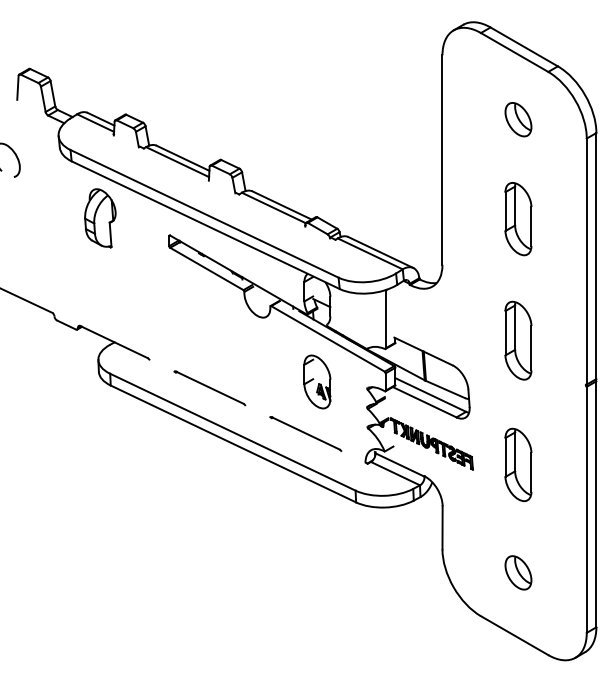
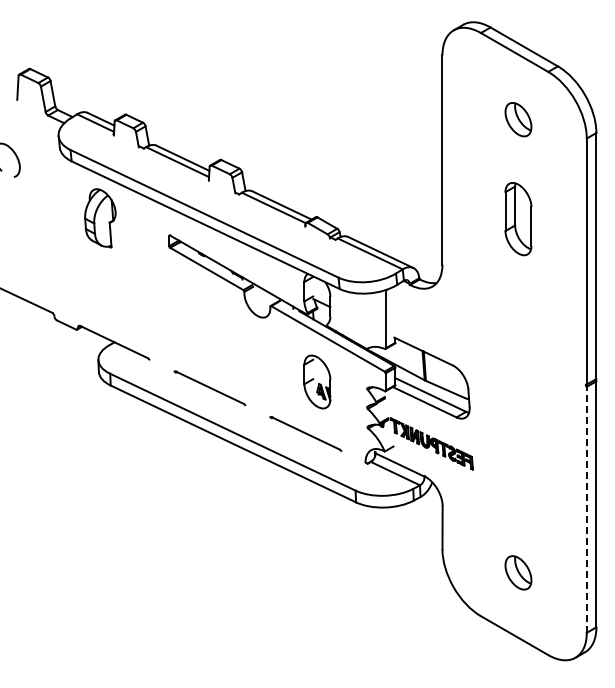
part at (518, 340): present -> none
part at (518, 464): present -> none
line at (586, 509): solid -> dashed
